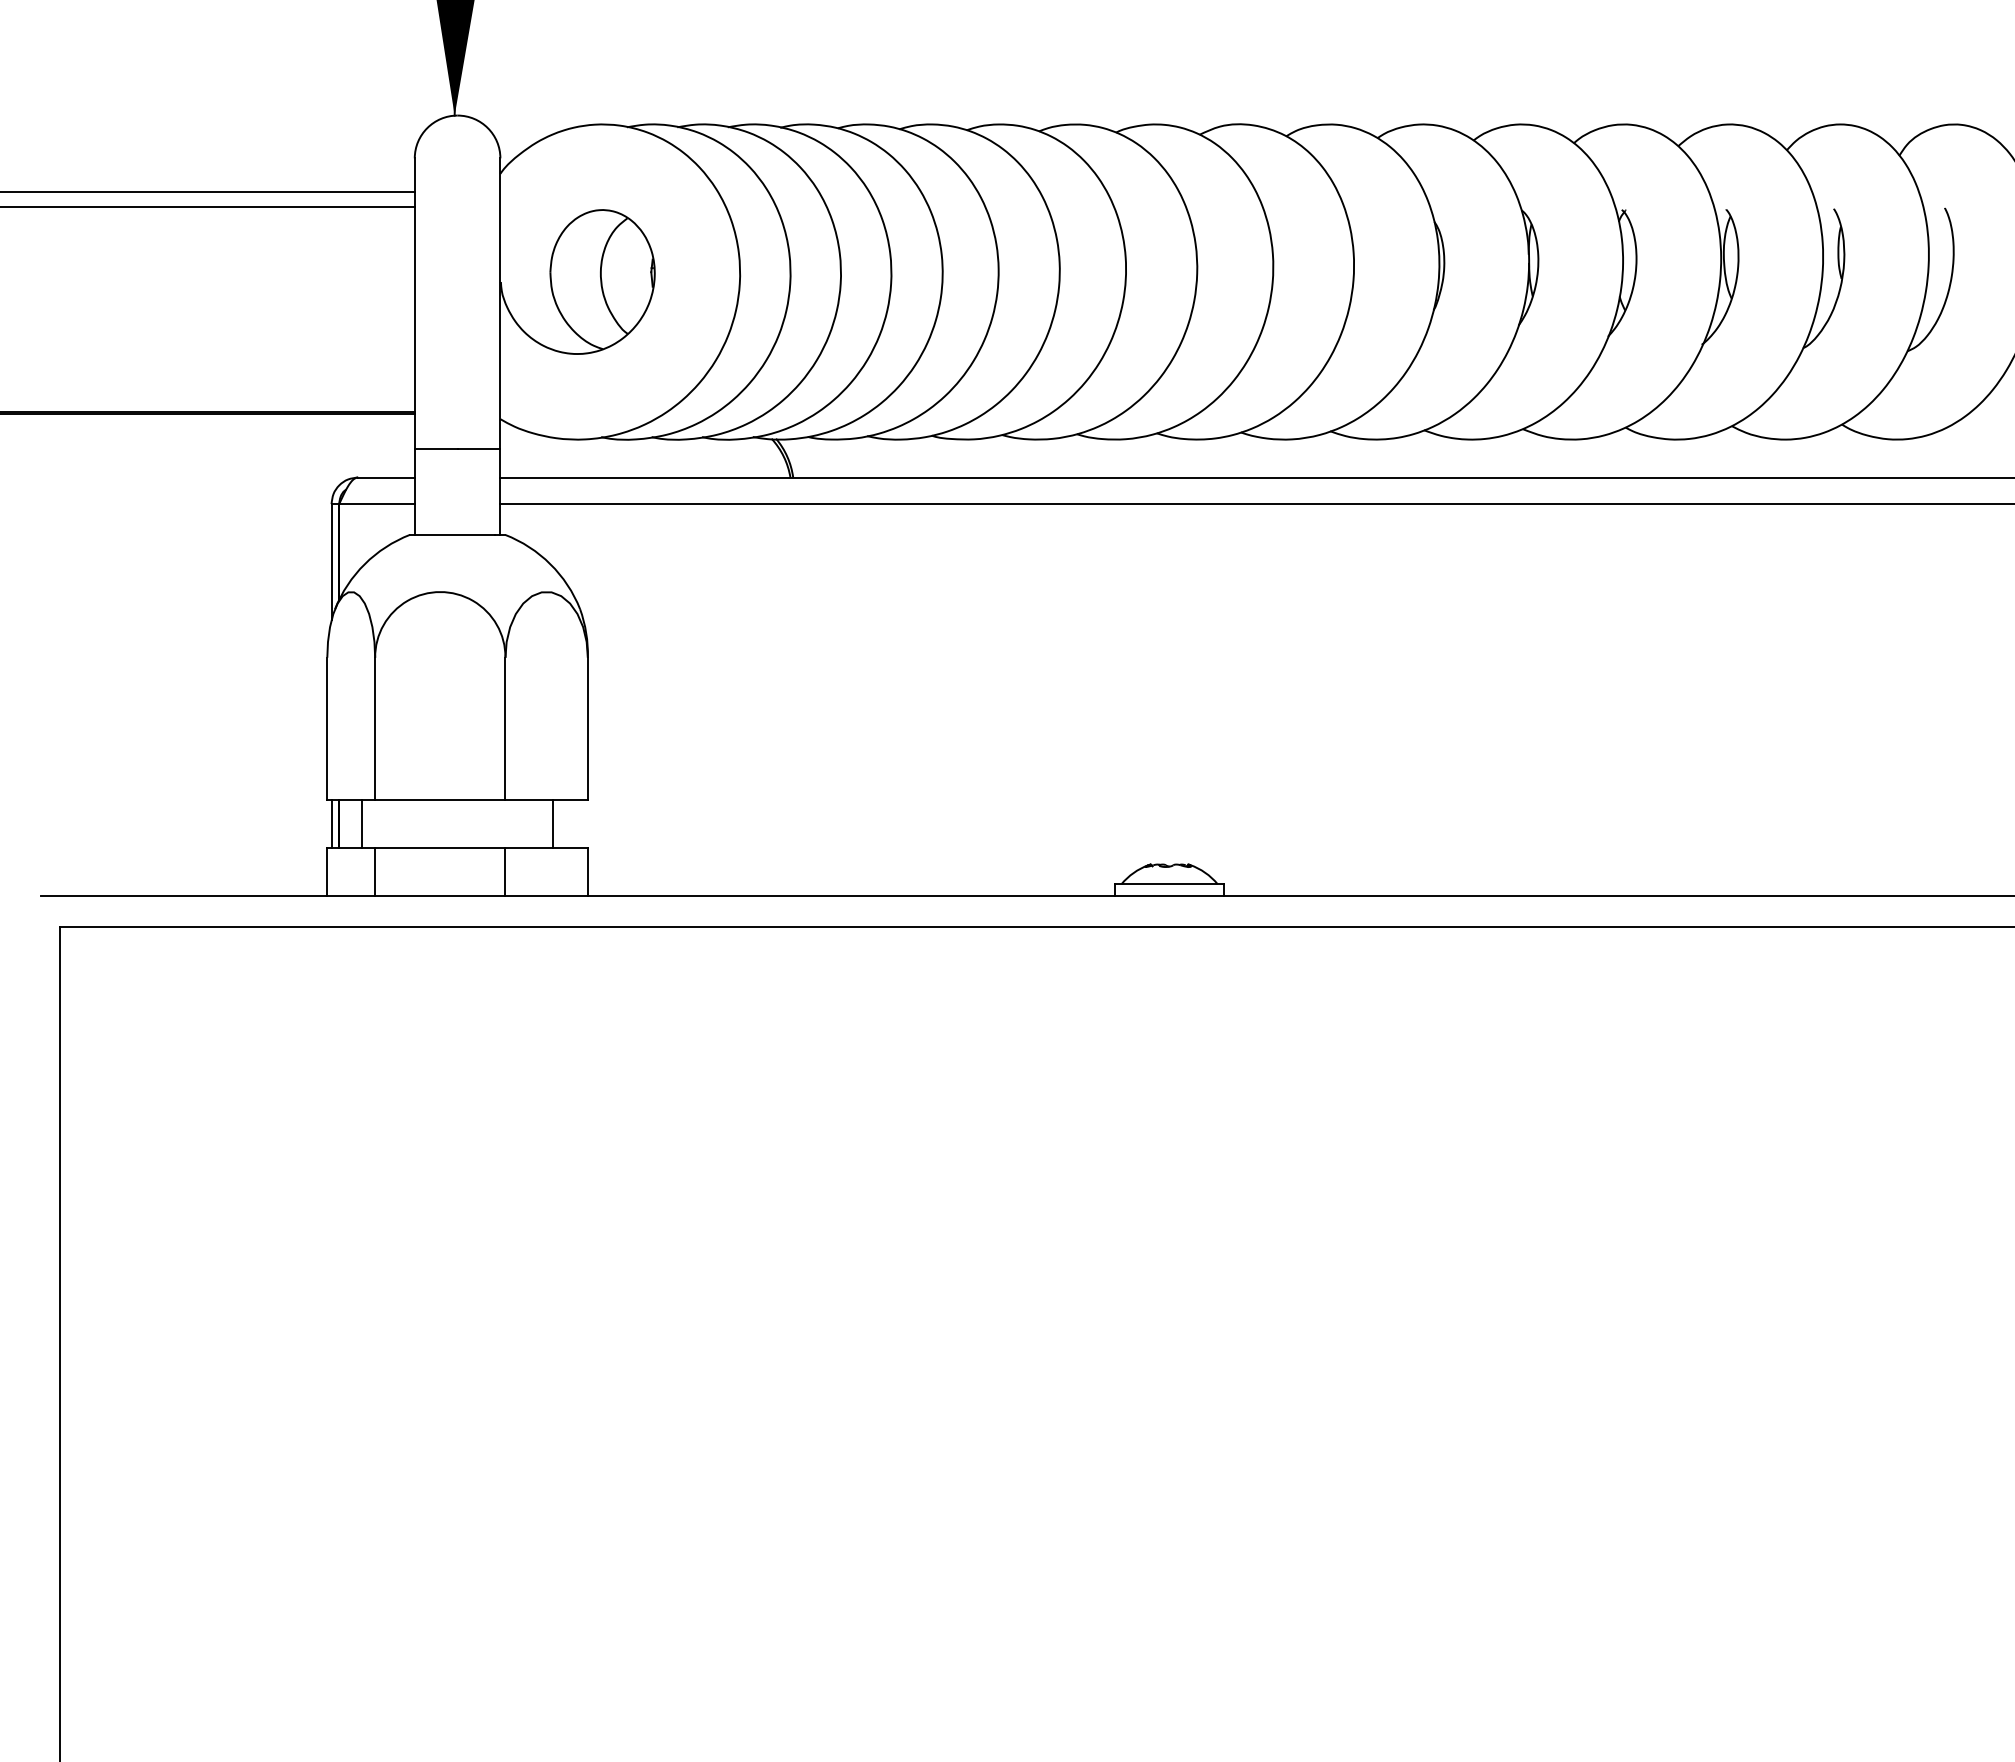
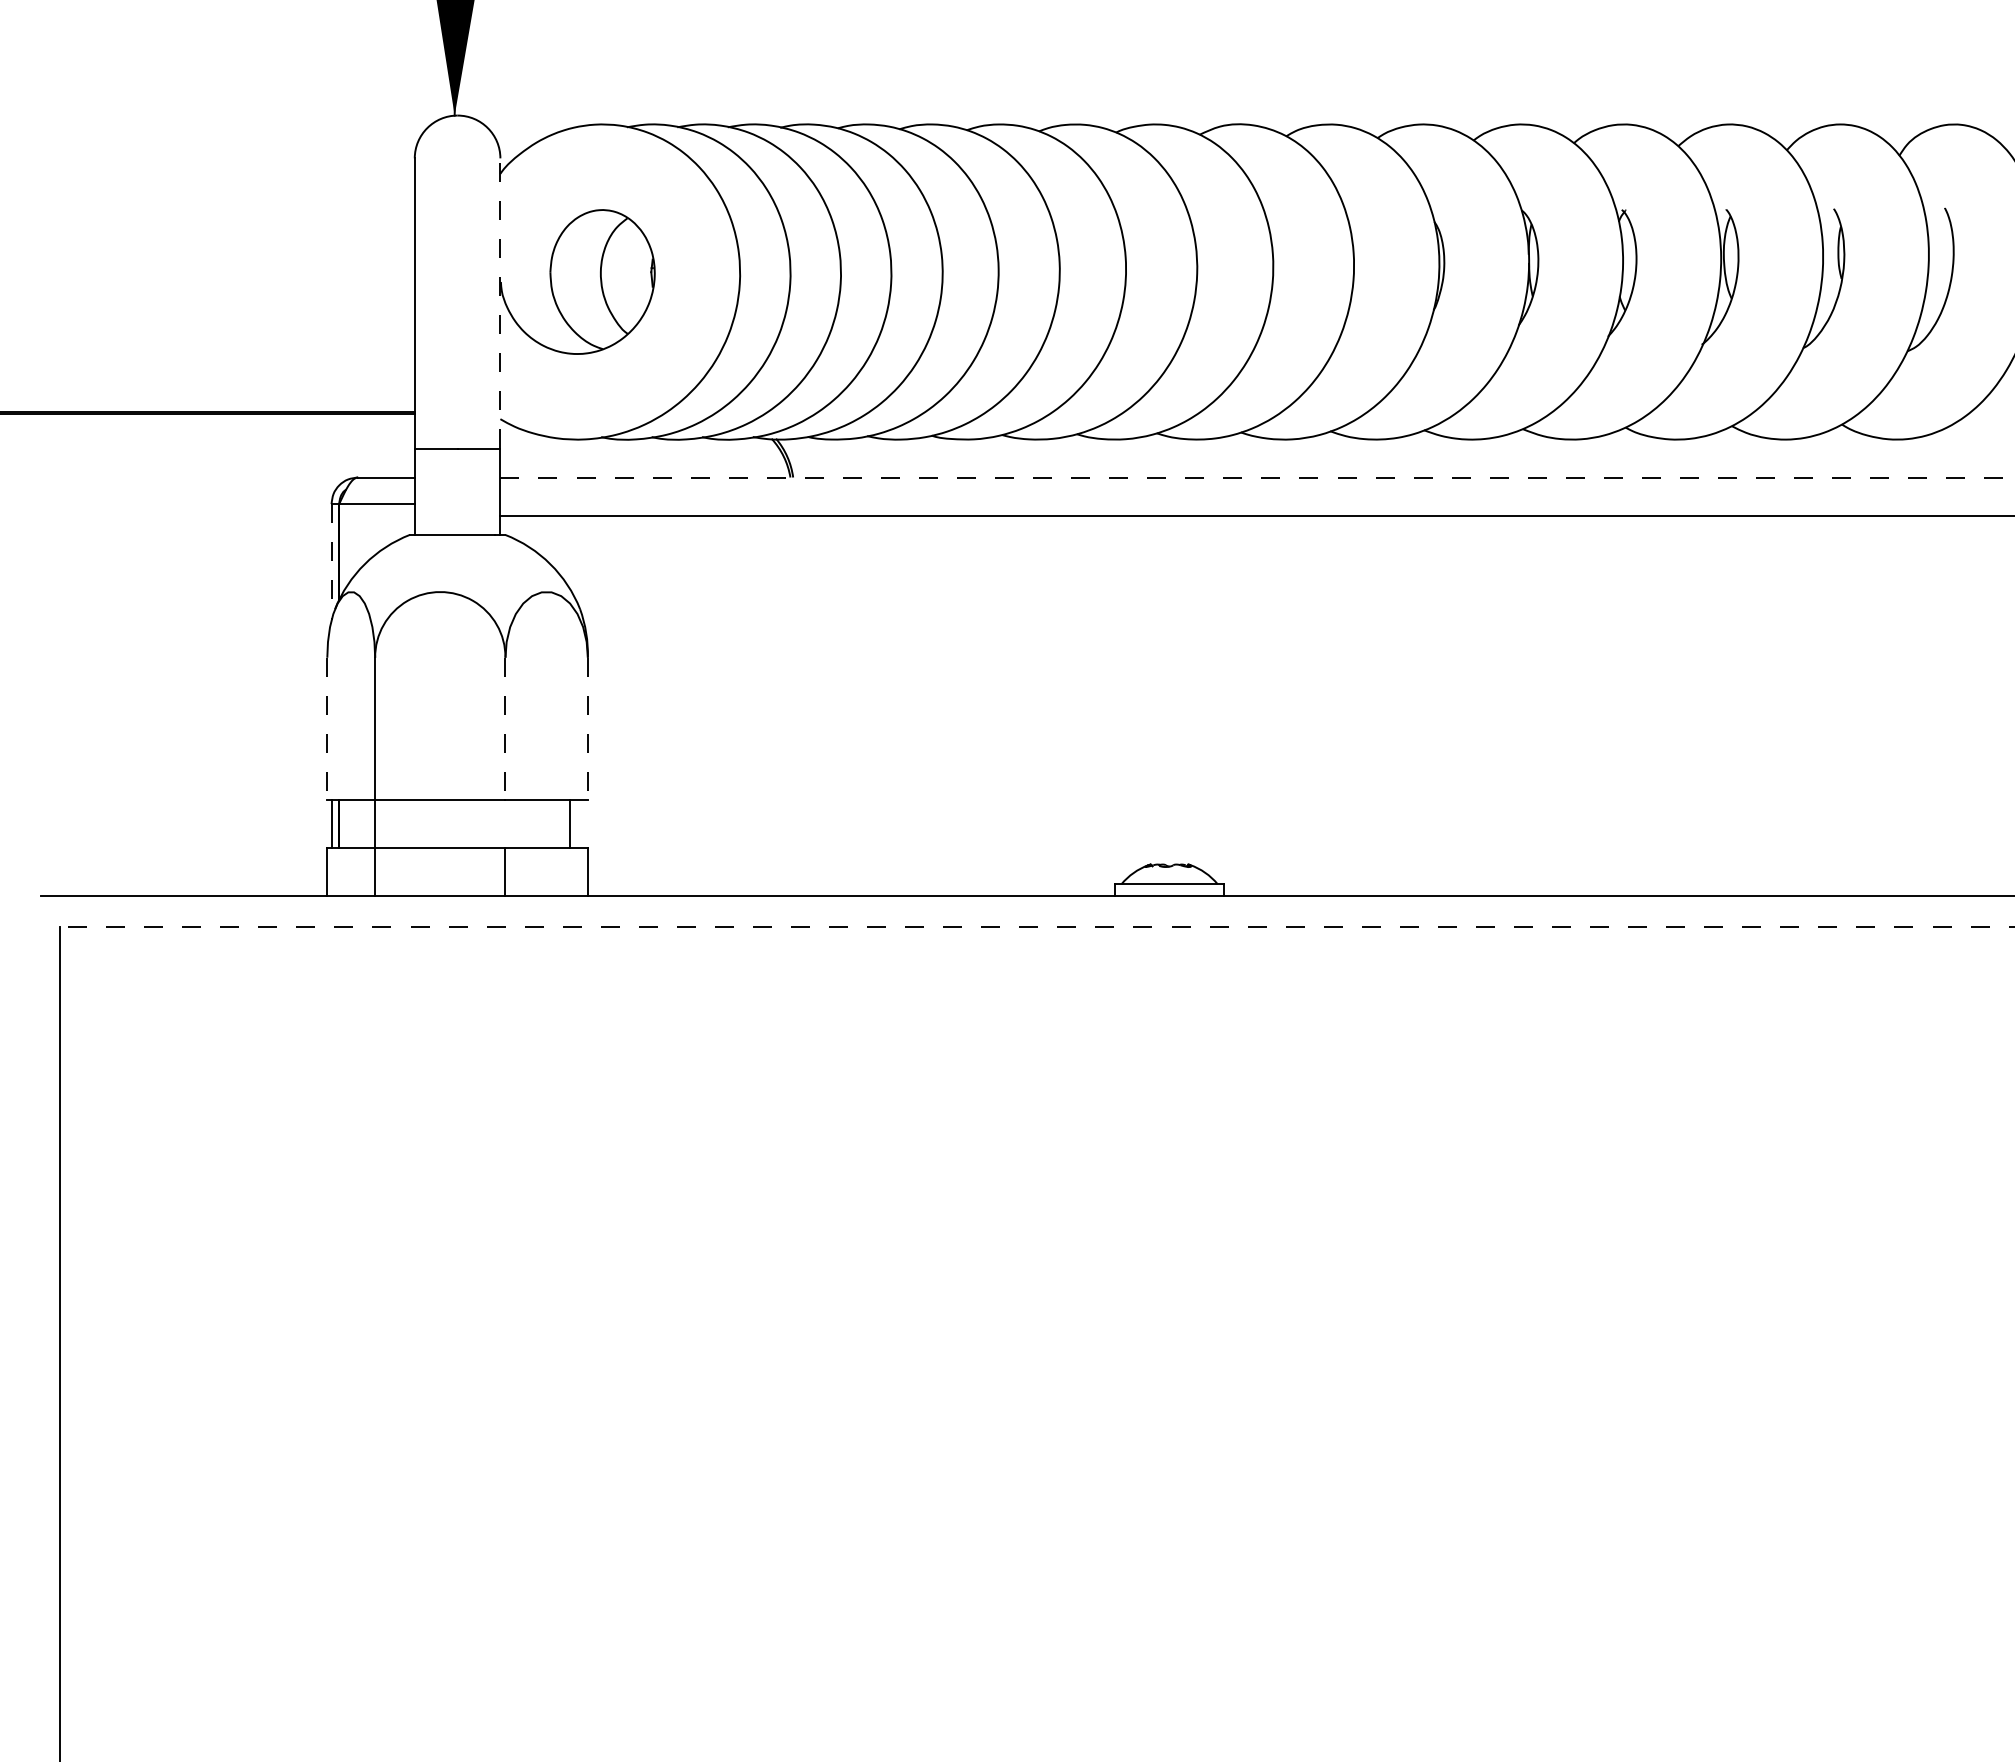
line at (208, 192): present -> none
line at (208, 206): present -> none
line at (500, 302): solid -> dashed
line at (1257, 477): solid -> dashed
line at (1255, 504) position: (1255, 504) -> (1255, 516)
line at (331, 562): solid -> dashed
line at (327, 729): solid -> dashed
line at (505, 729): solid -> dashed
line at (587, 729): solid -> dashed
line at (362, 824) position: (362, 824) -> (375, 824)
line at (552, 824) position: (552, 824) -> (569, 824)
line at (1036, 926): solid -> dashed
